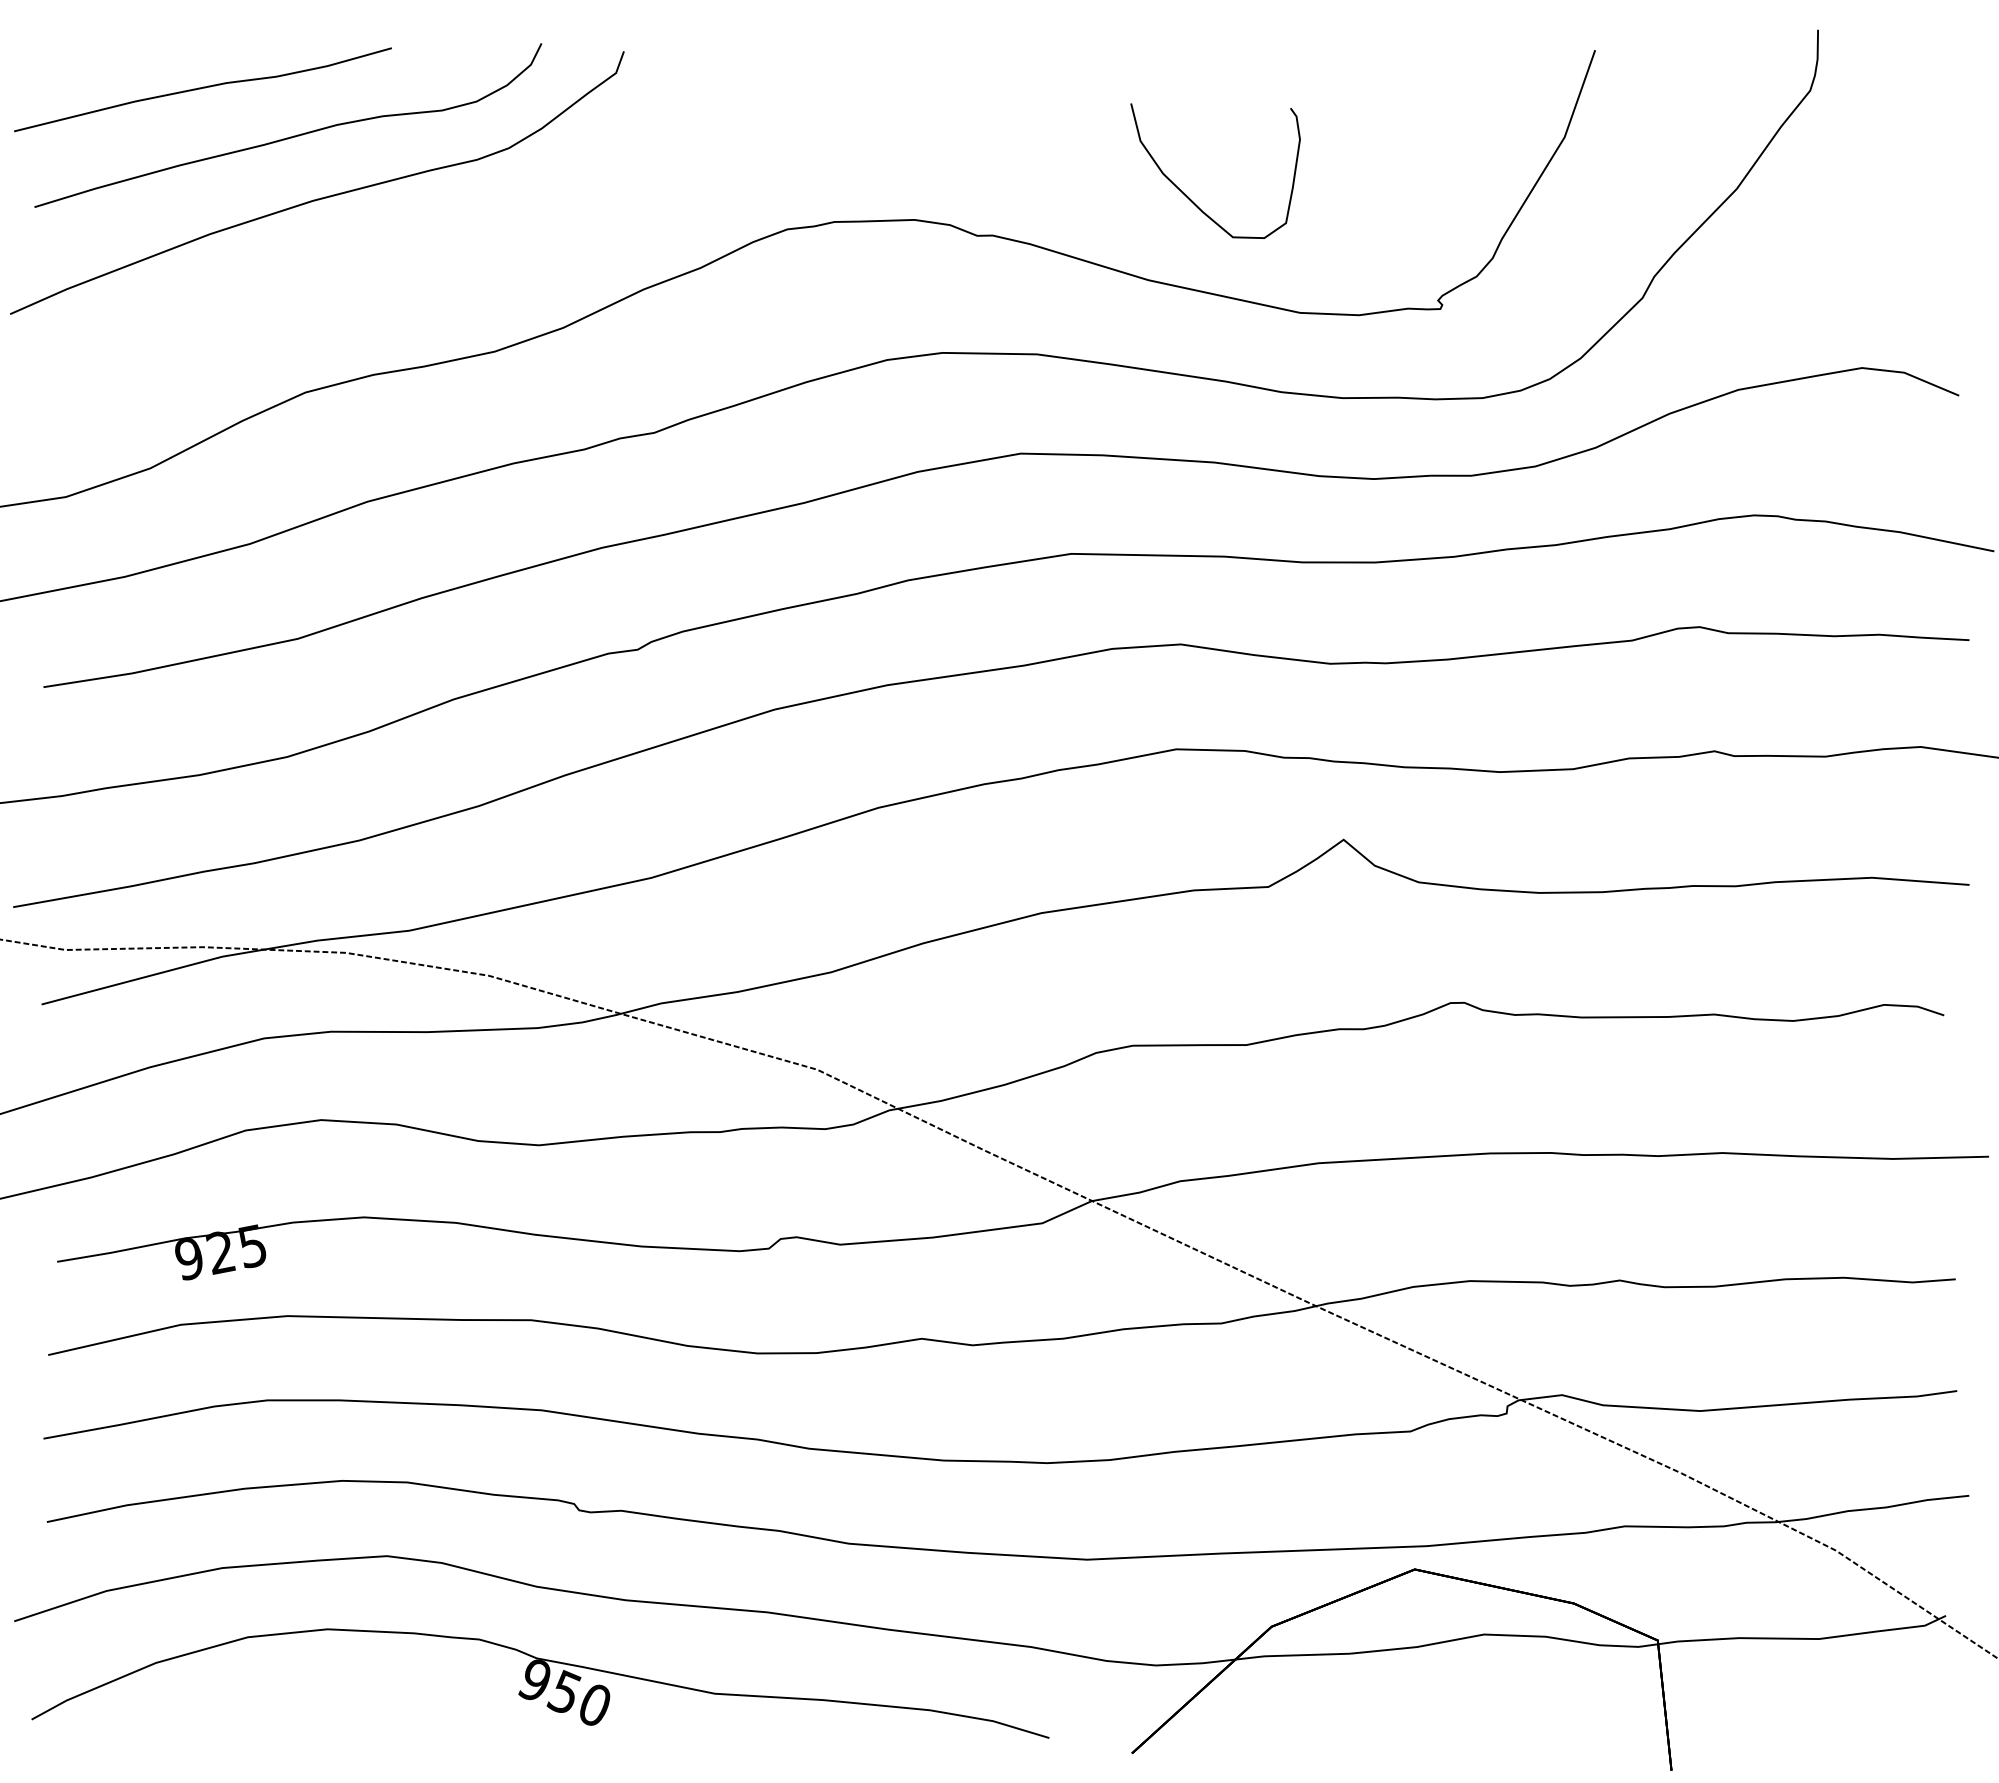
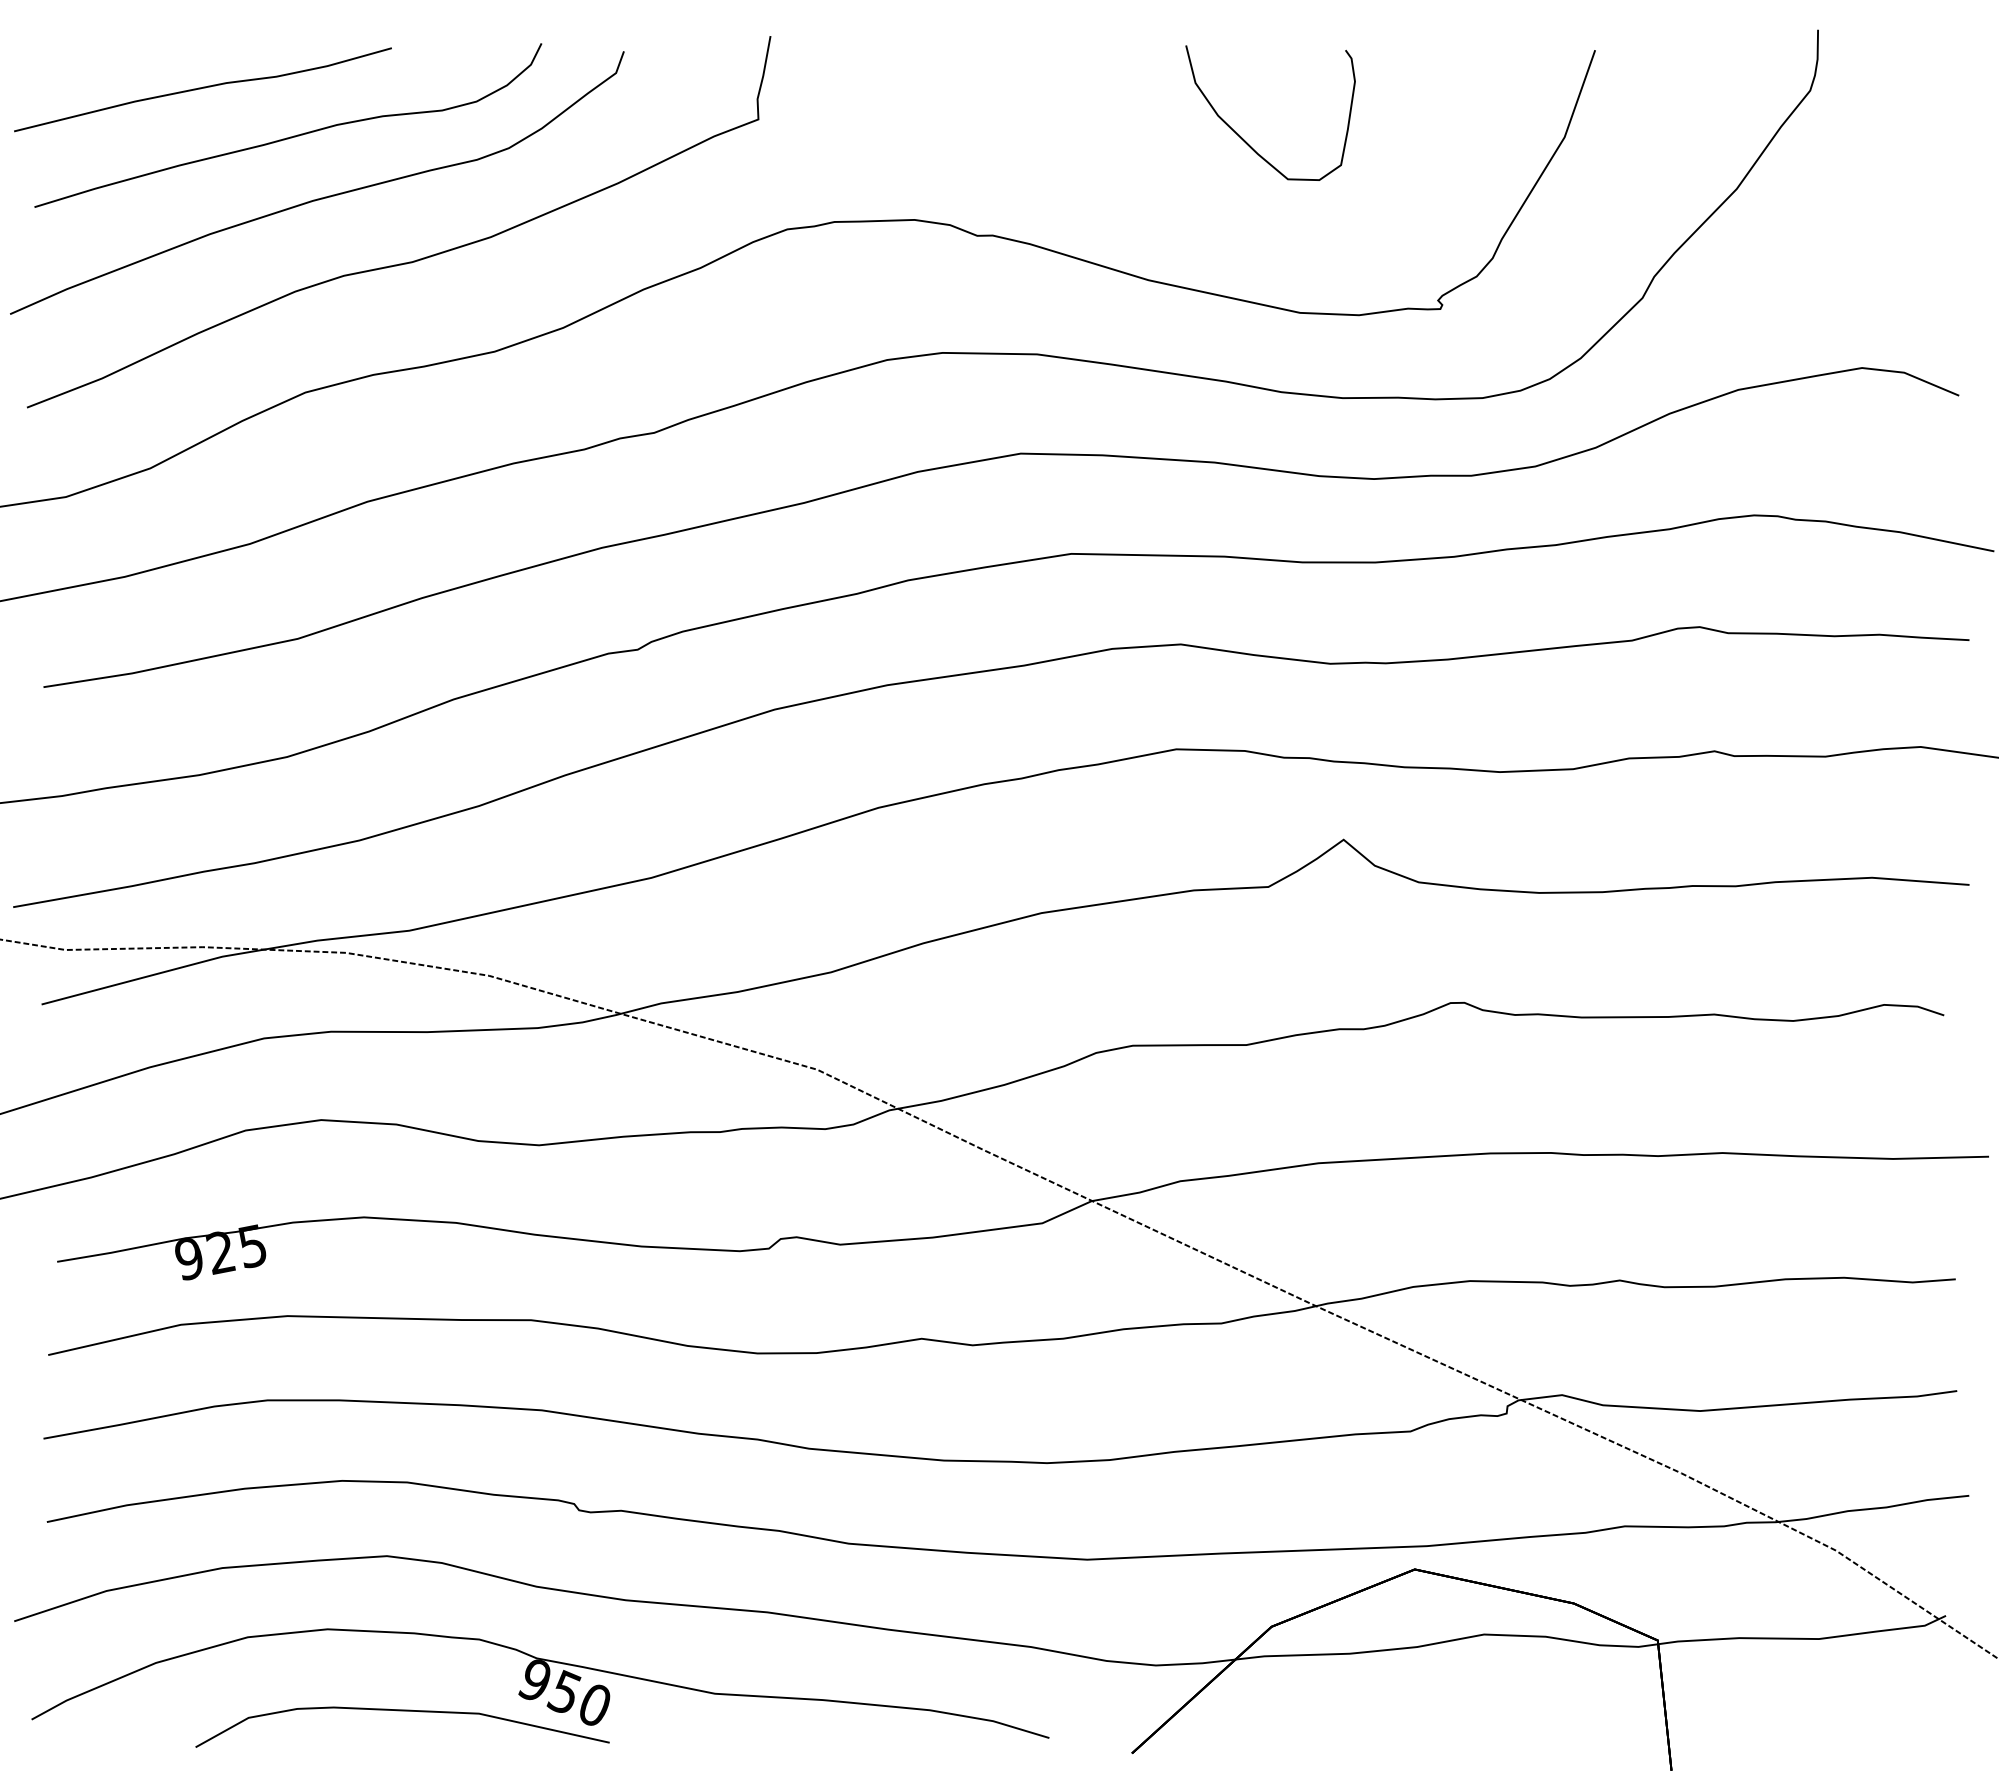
curve at (1188, 196) position: (1188, 196) -> (1243, 138)
curve at (409, 261): none -> present
part at (402, 1711): none -> present
